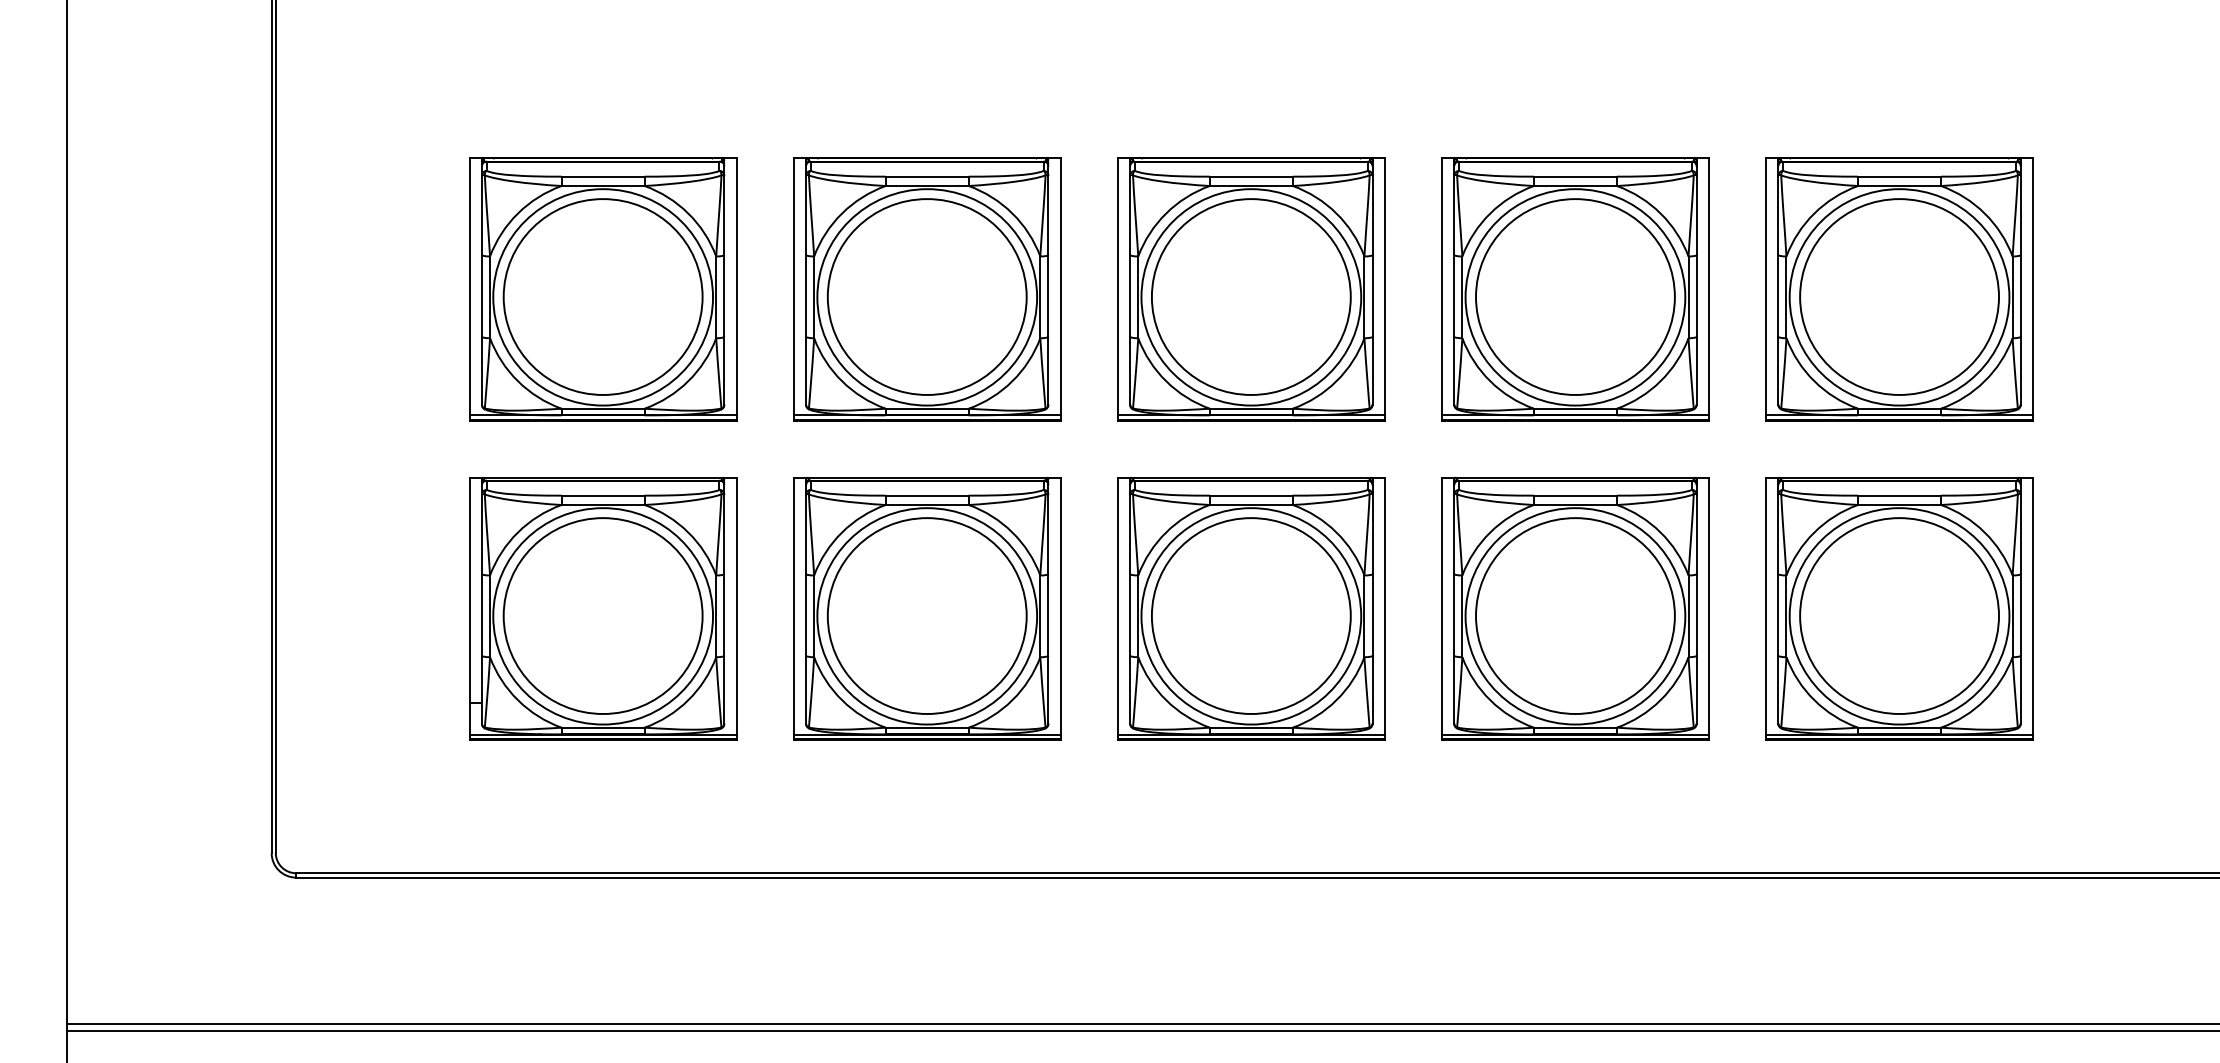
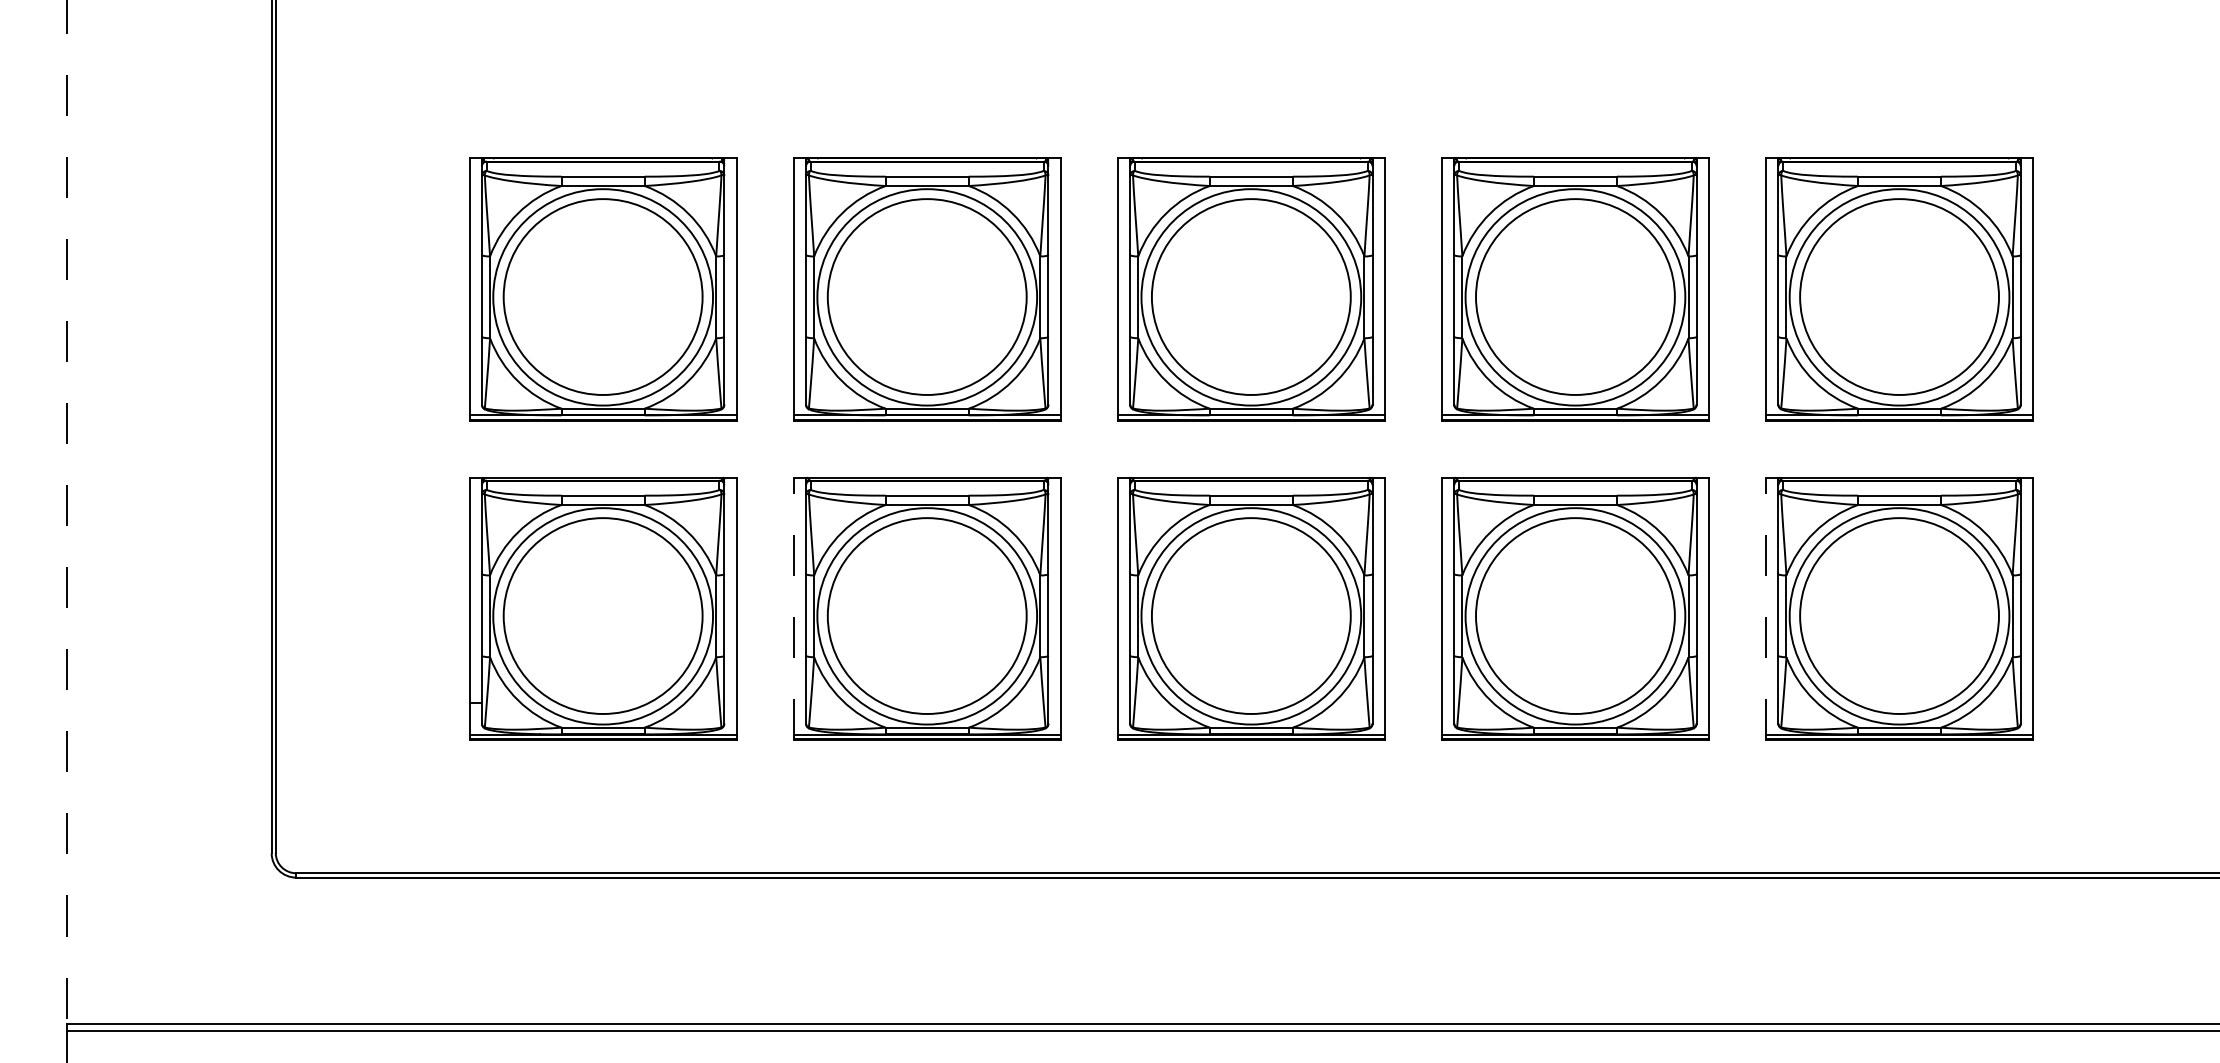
line at (66, 512): solid -> dashed
line at (793, 608): solid -> dashed
line at (1766, 608): solid -> dashed
